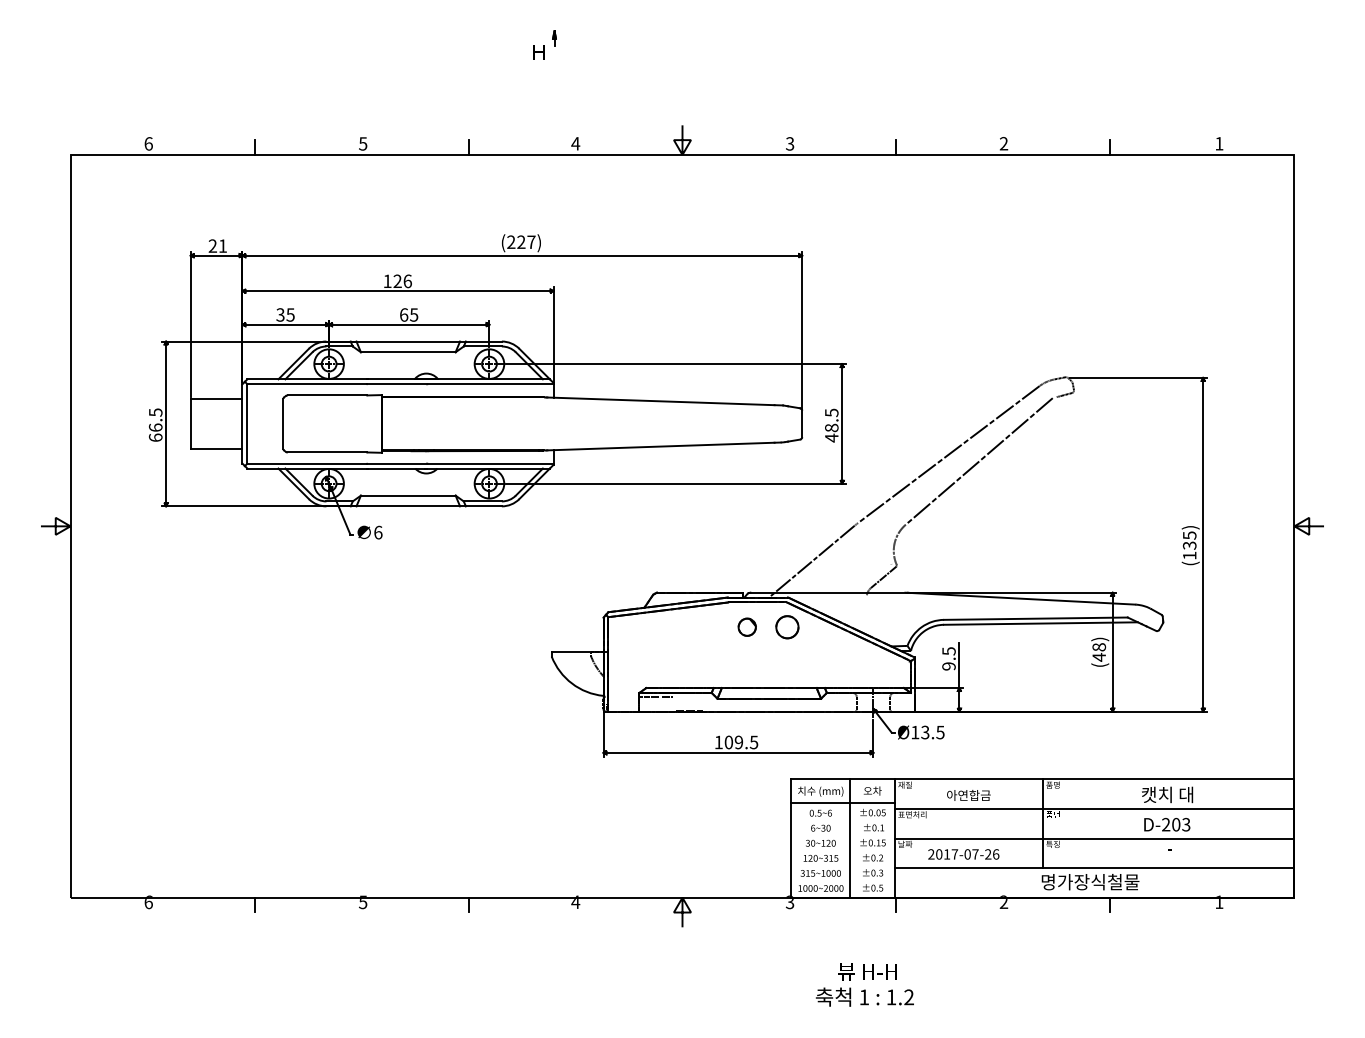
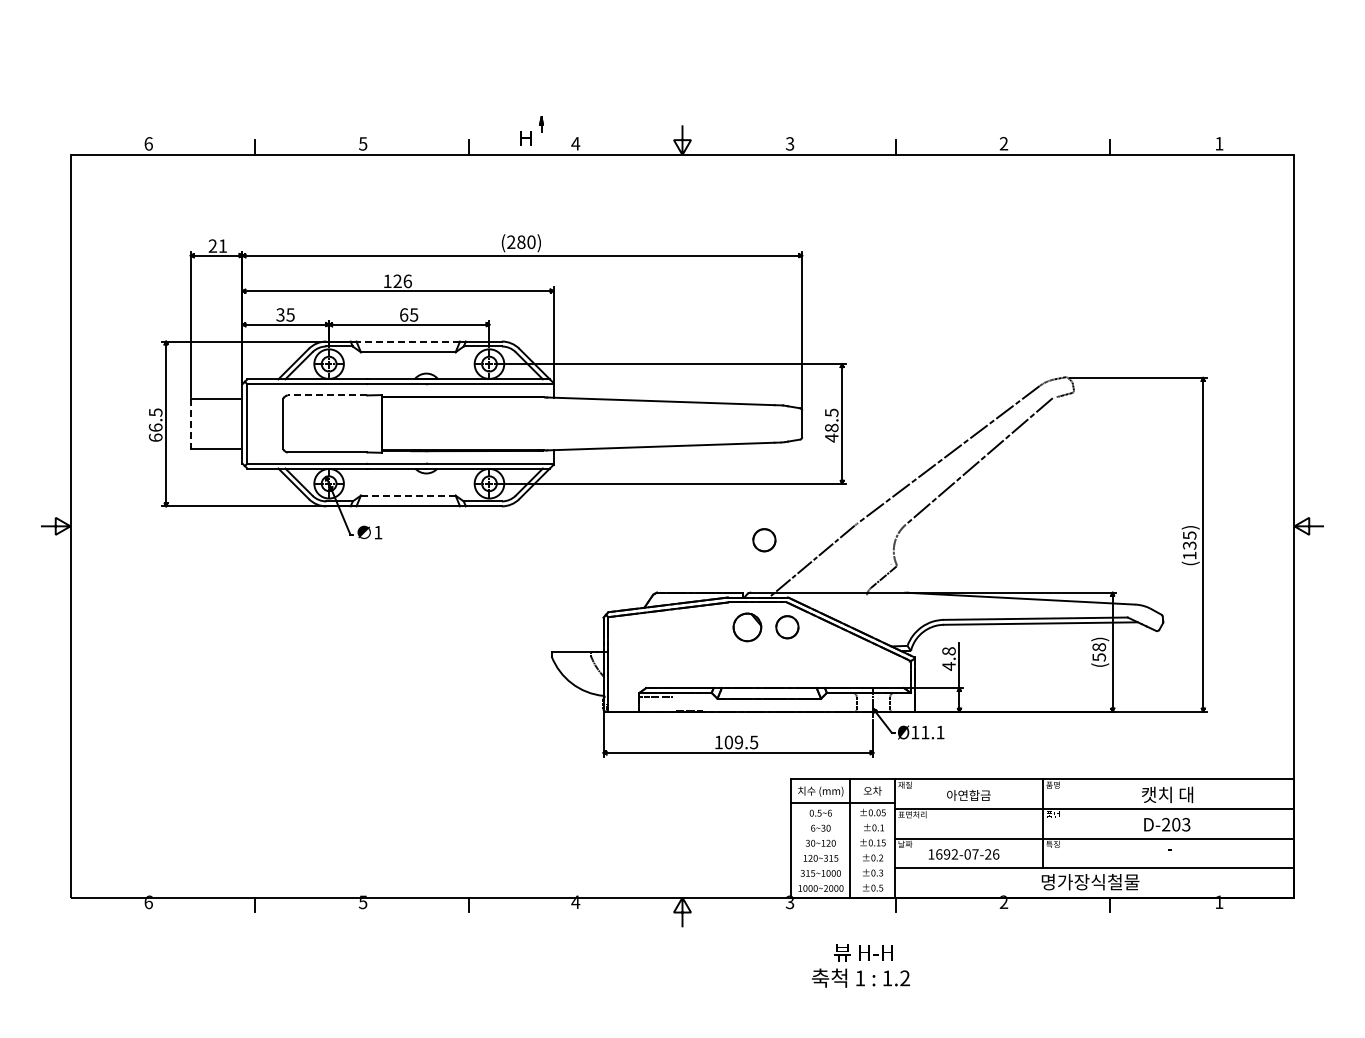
part at (544, 44) position: (544, 44) -> (531, 130)
text at (526, 242): (227) -> (280)
line at (408, 341): solid -> dashed
line at (326, 395): solid -> dashed
line at (190, 423): solid -> dashed
line at (407, 495): solid -> dashed
text at (378, 532): 6 -> 1
circle at (764, 540): none -> present
circle at (746, 626) size: 20x20 px -> 31x31 px
text at (1099, 656): (48) -> (58)
text at (948, 659): 9.5 -> 4.8
text at (932, 732): Ø13.5 -> Ø11.1
text at (943, 854): 2017-07-26 -> 1692-07-26
text at (864, 984) position: (864, 984) -> (860, 965)
